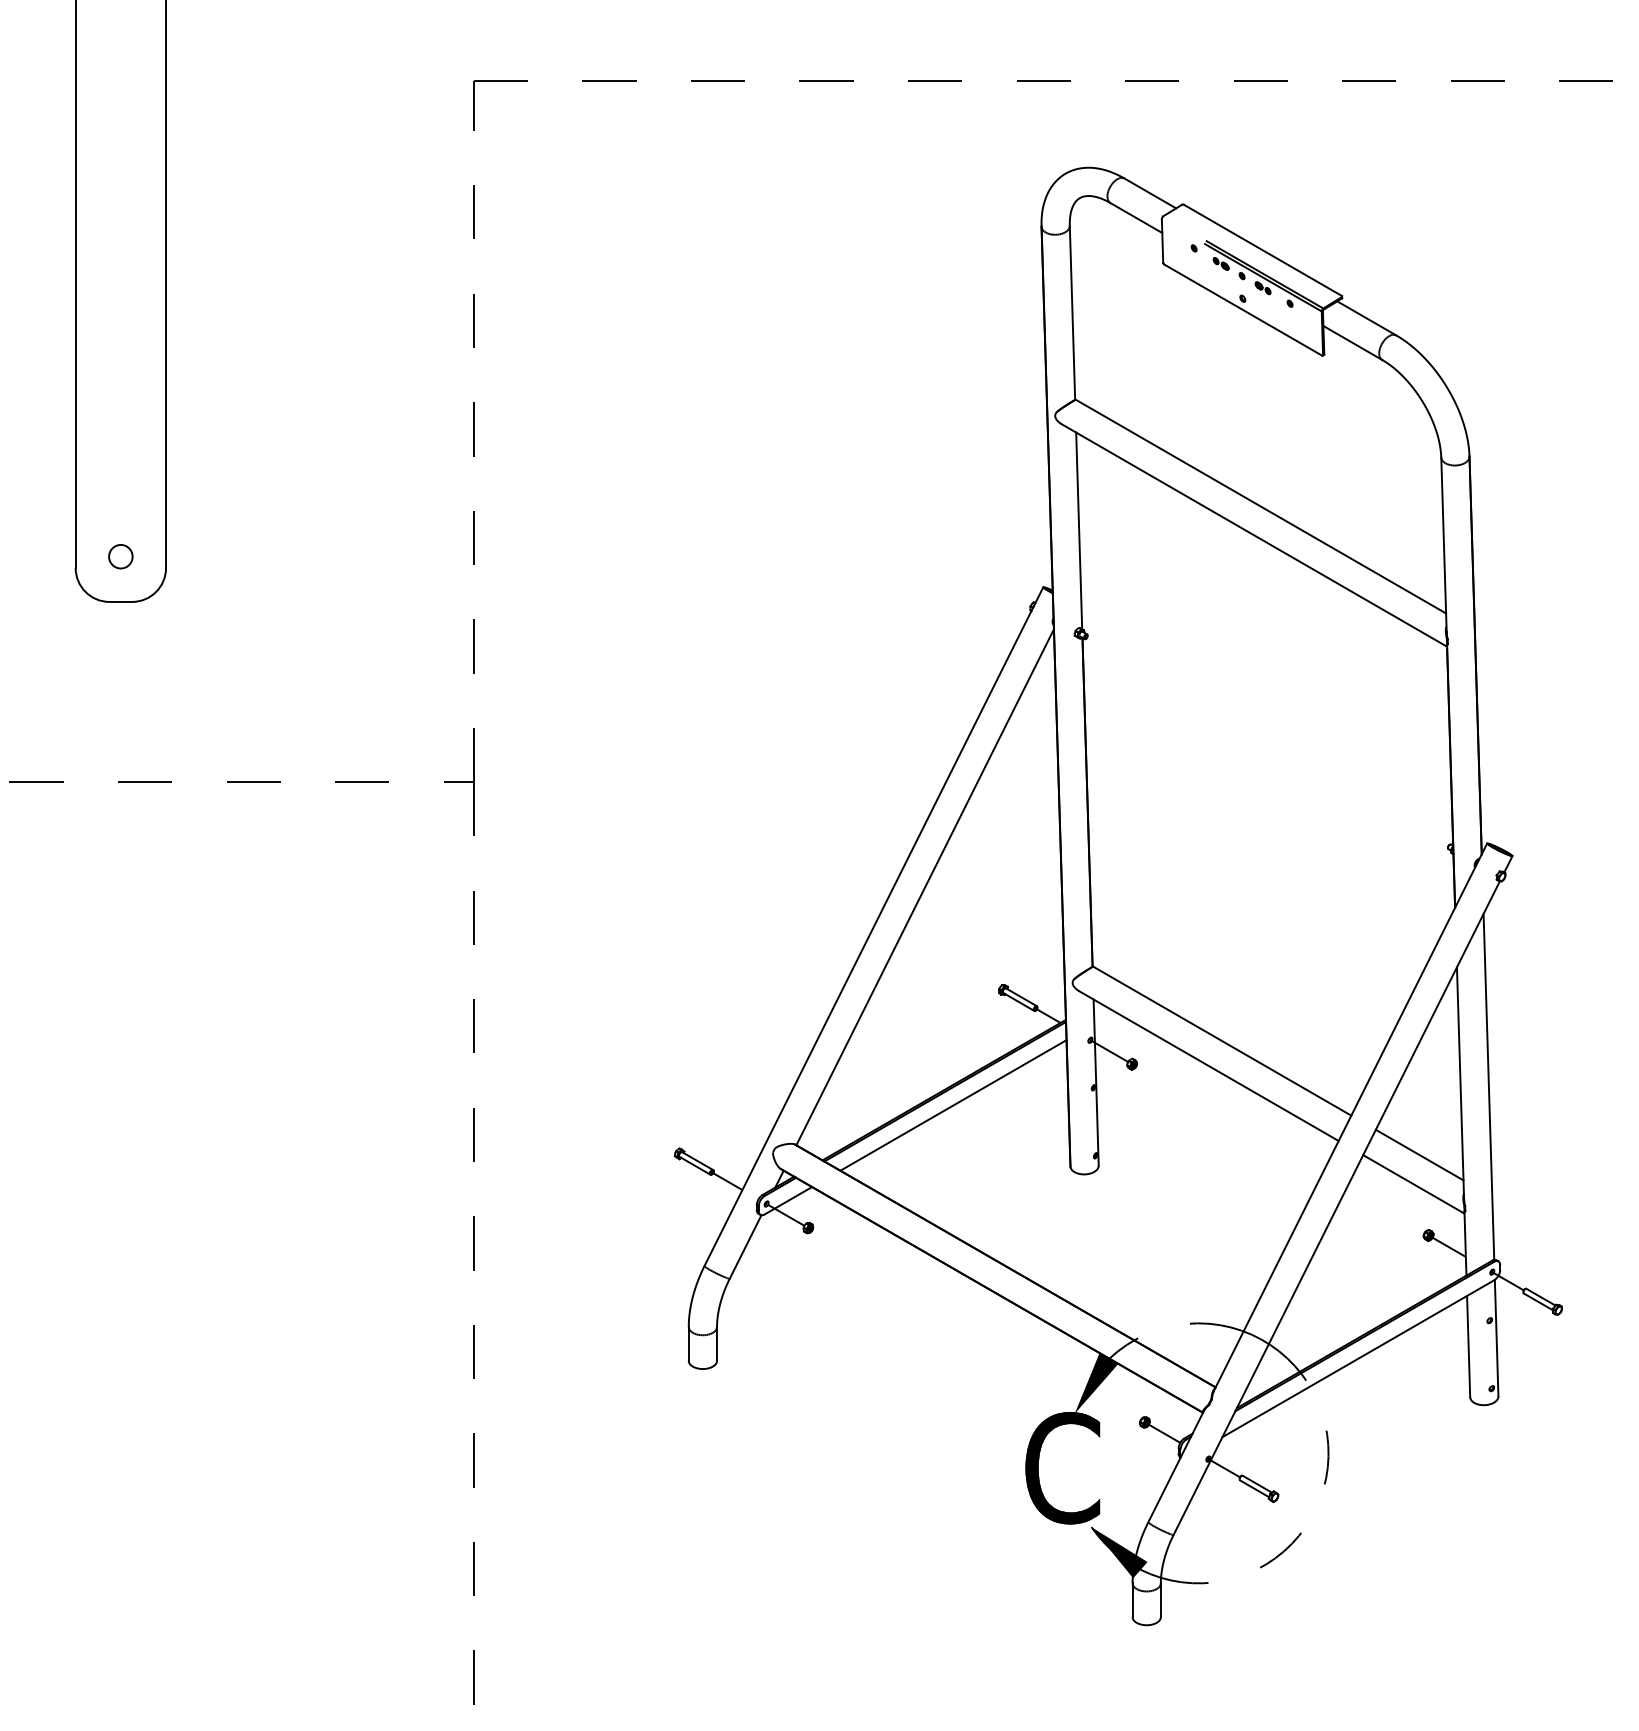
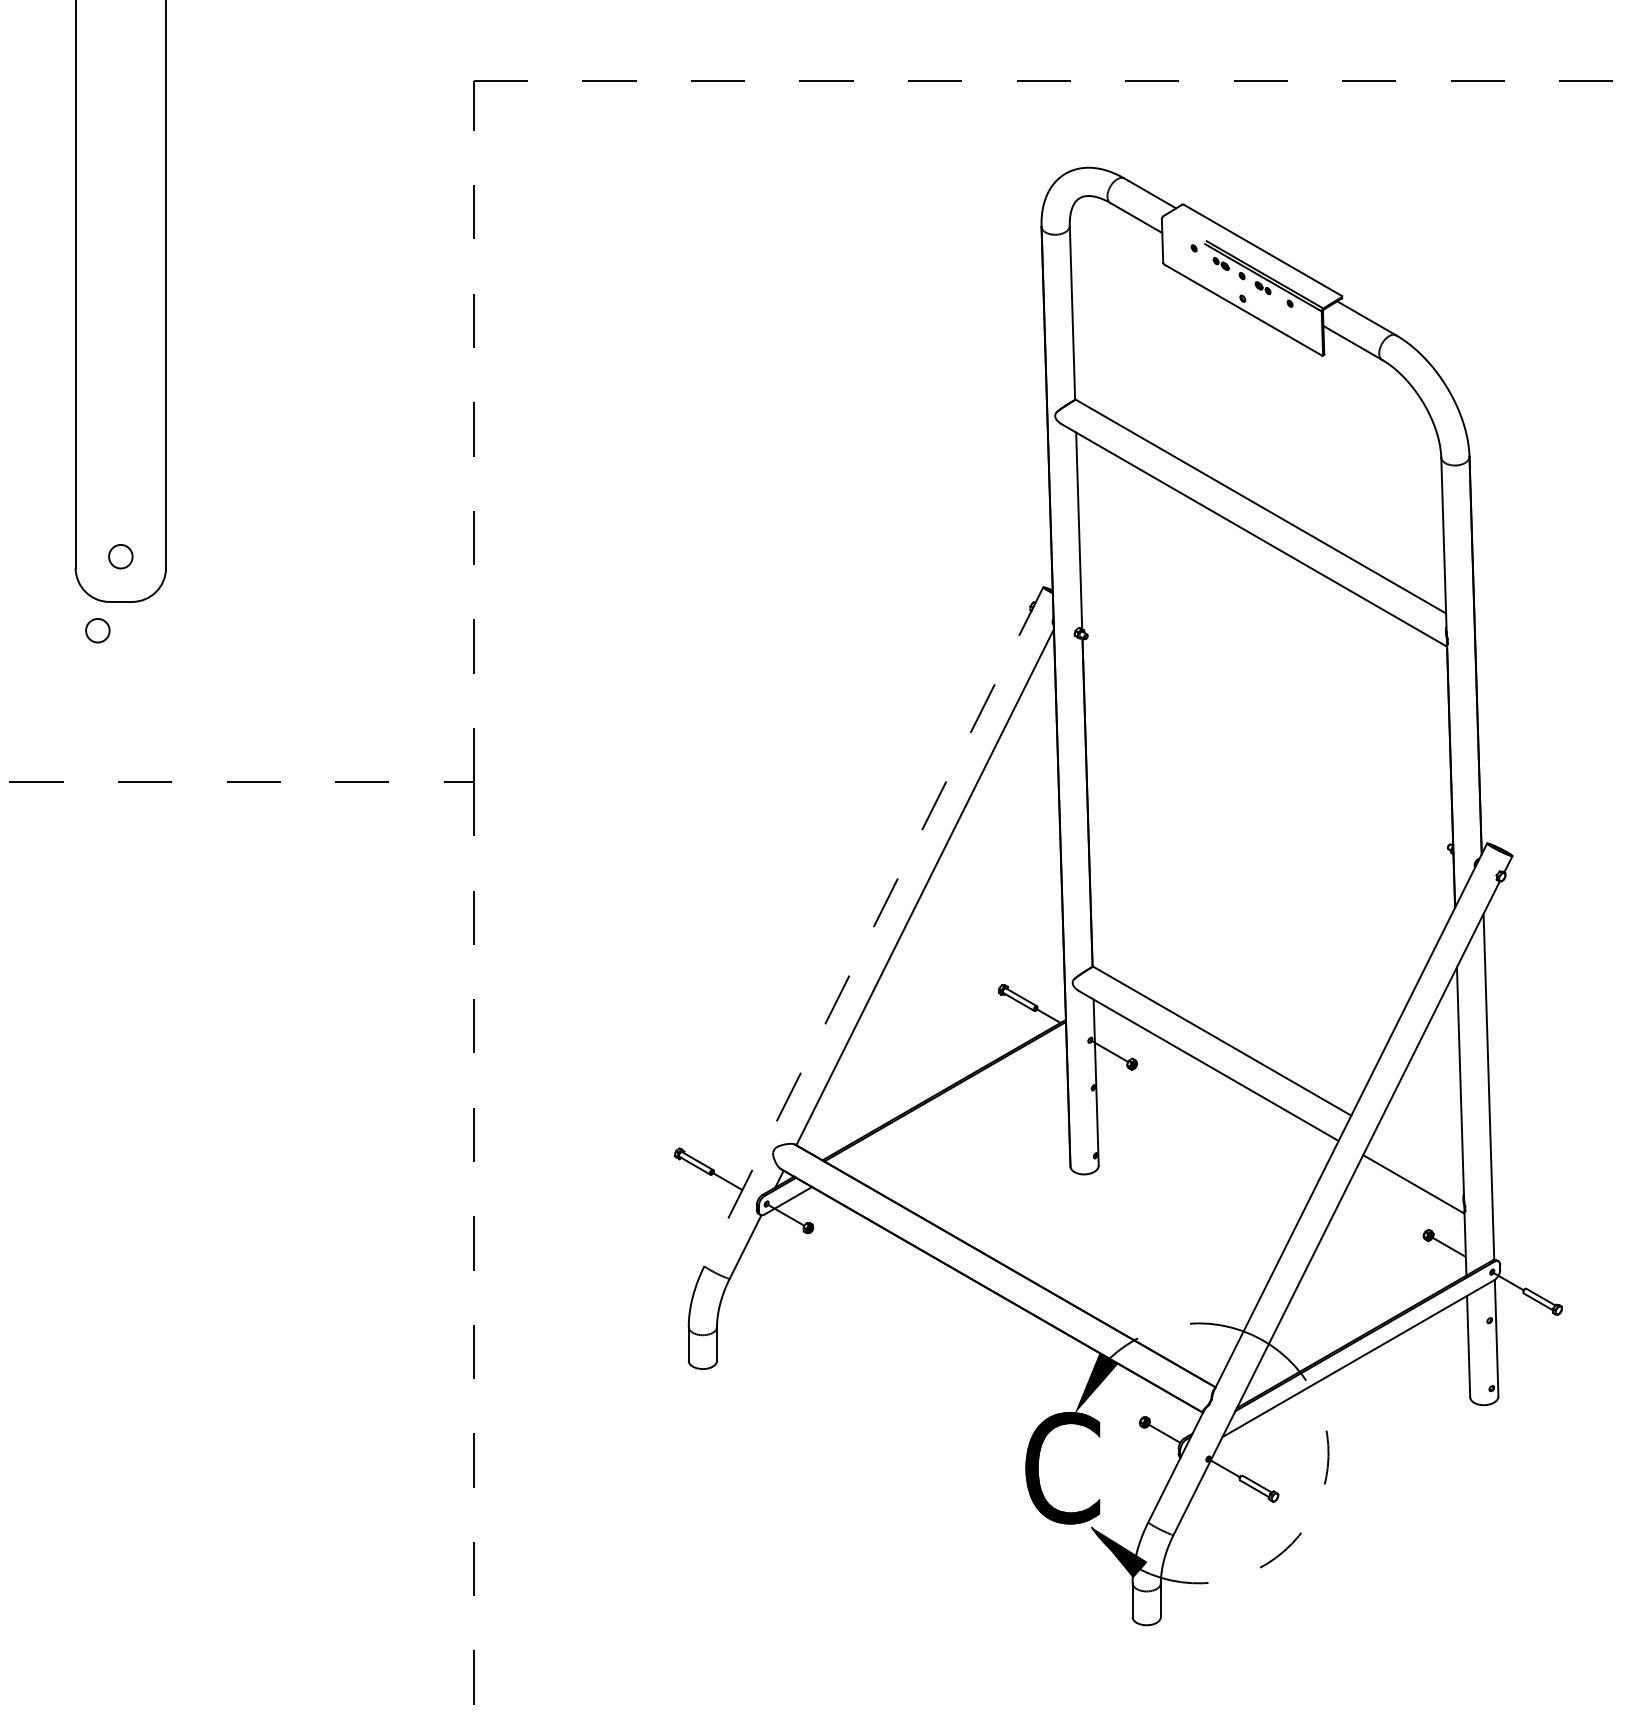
circle at (97, 630): none -> present
line at (873, 927): solid -> dashed
line at (953, 1105): present -> none
line at (1419, 1154): present -> none
